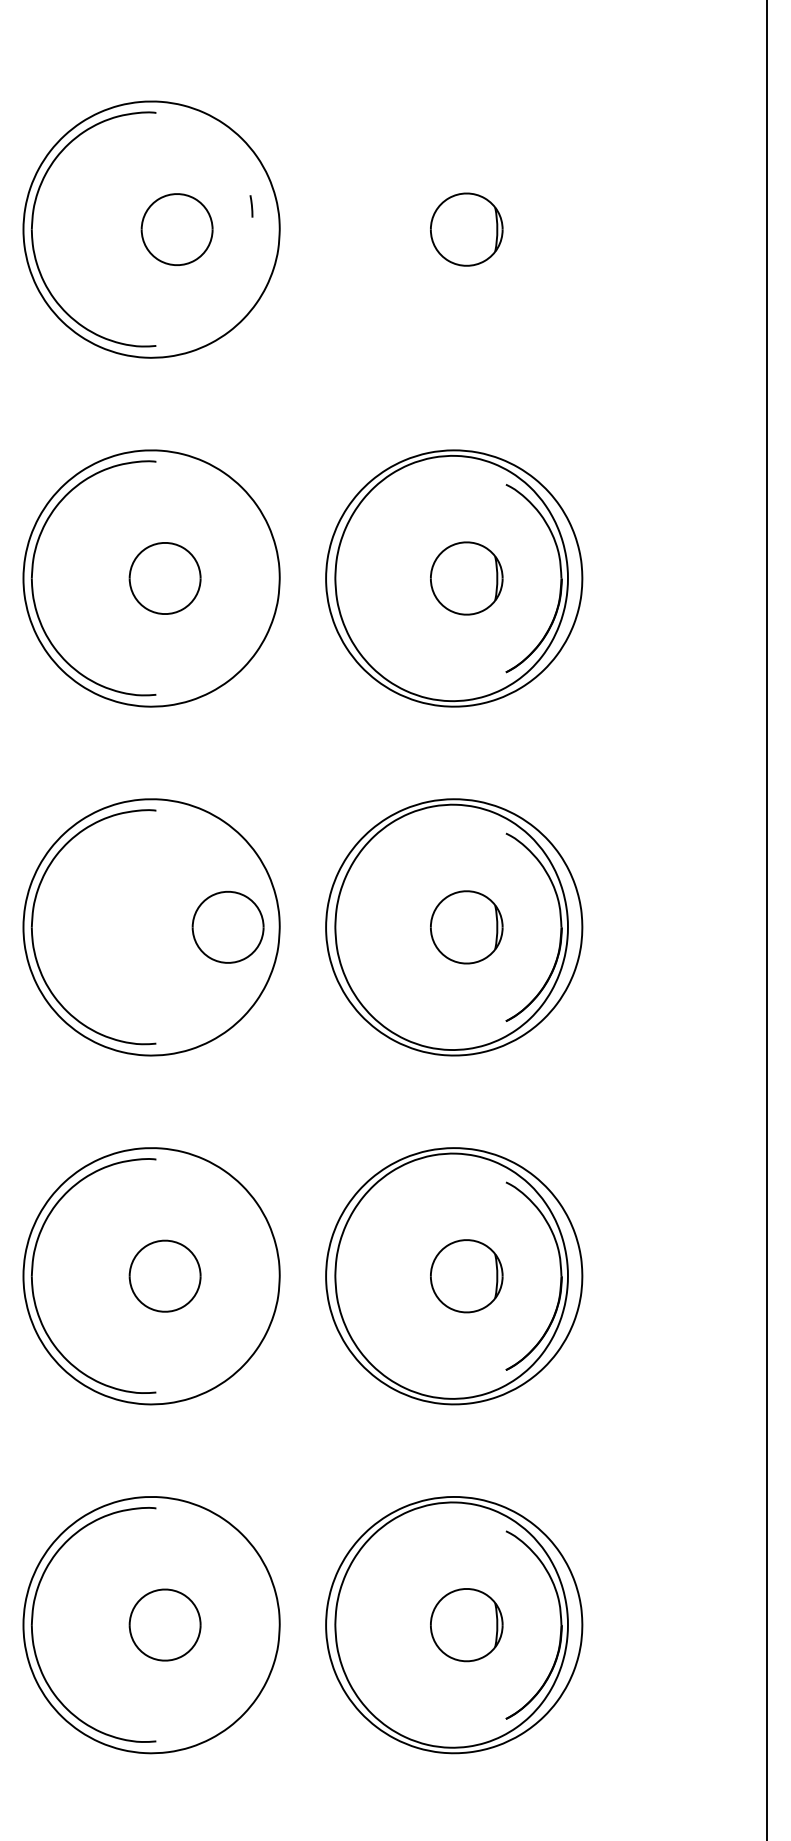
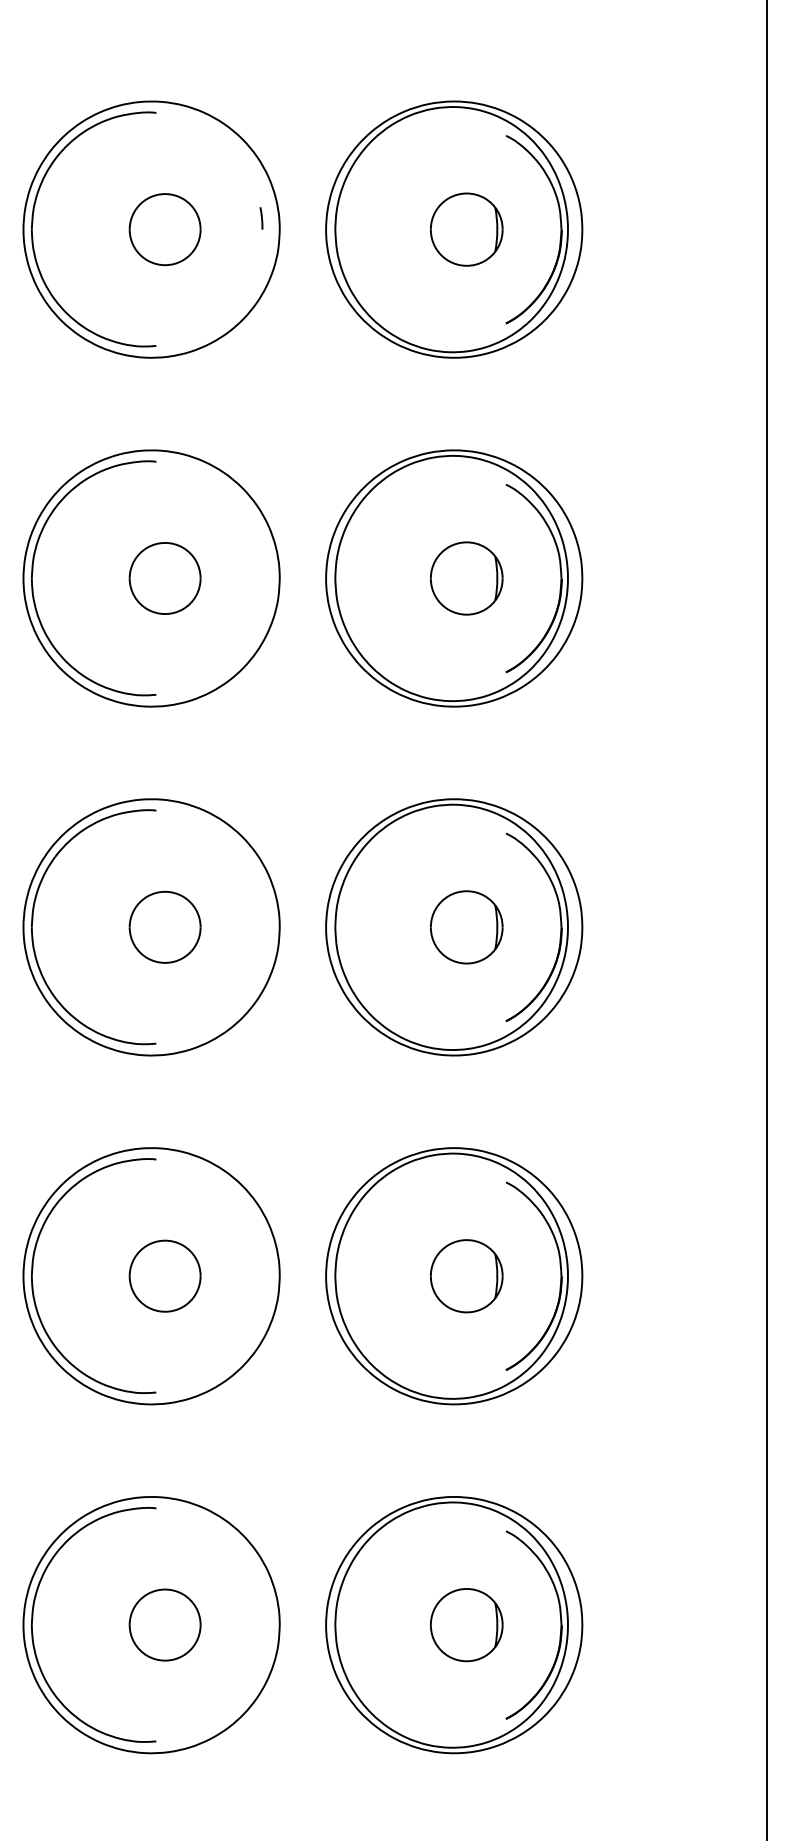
line at (251, 206) position: (251, 206) -> (261, 218)
part at (176, 229) position: (176, 229) -> (164, 229)
part at (454, 229): none -> present
part at (227, 927) position: (227, 927) -> (164, 927)
